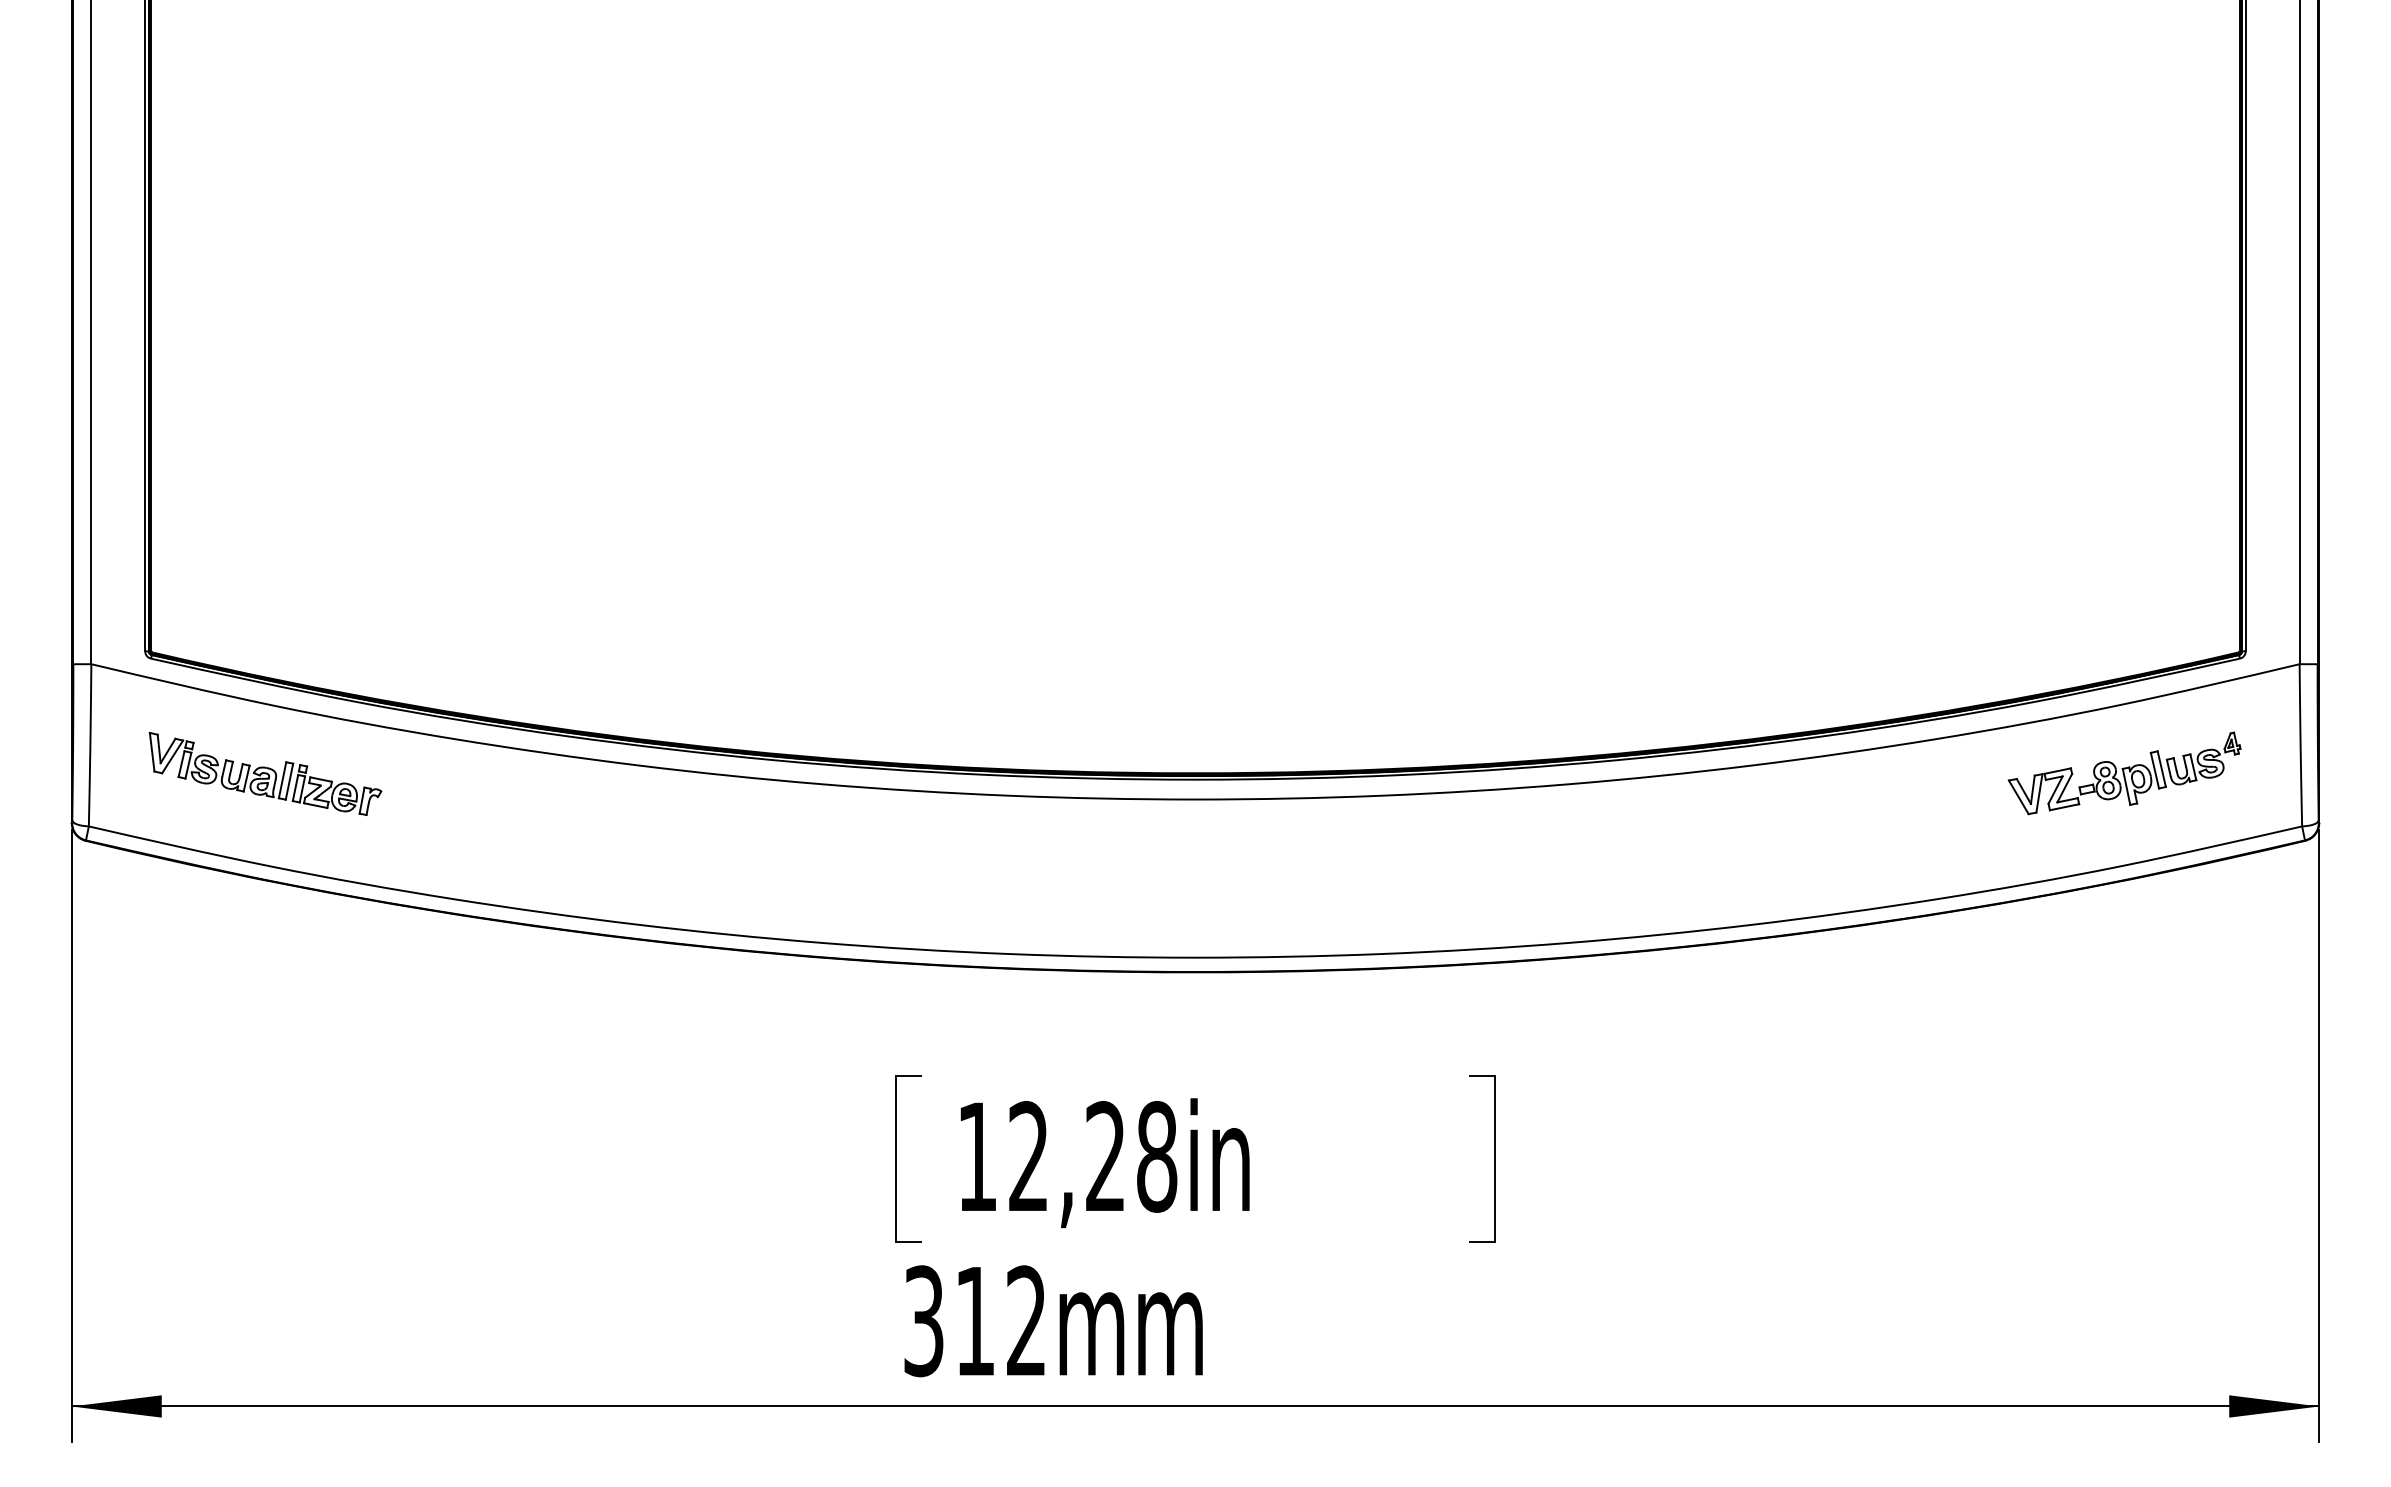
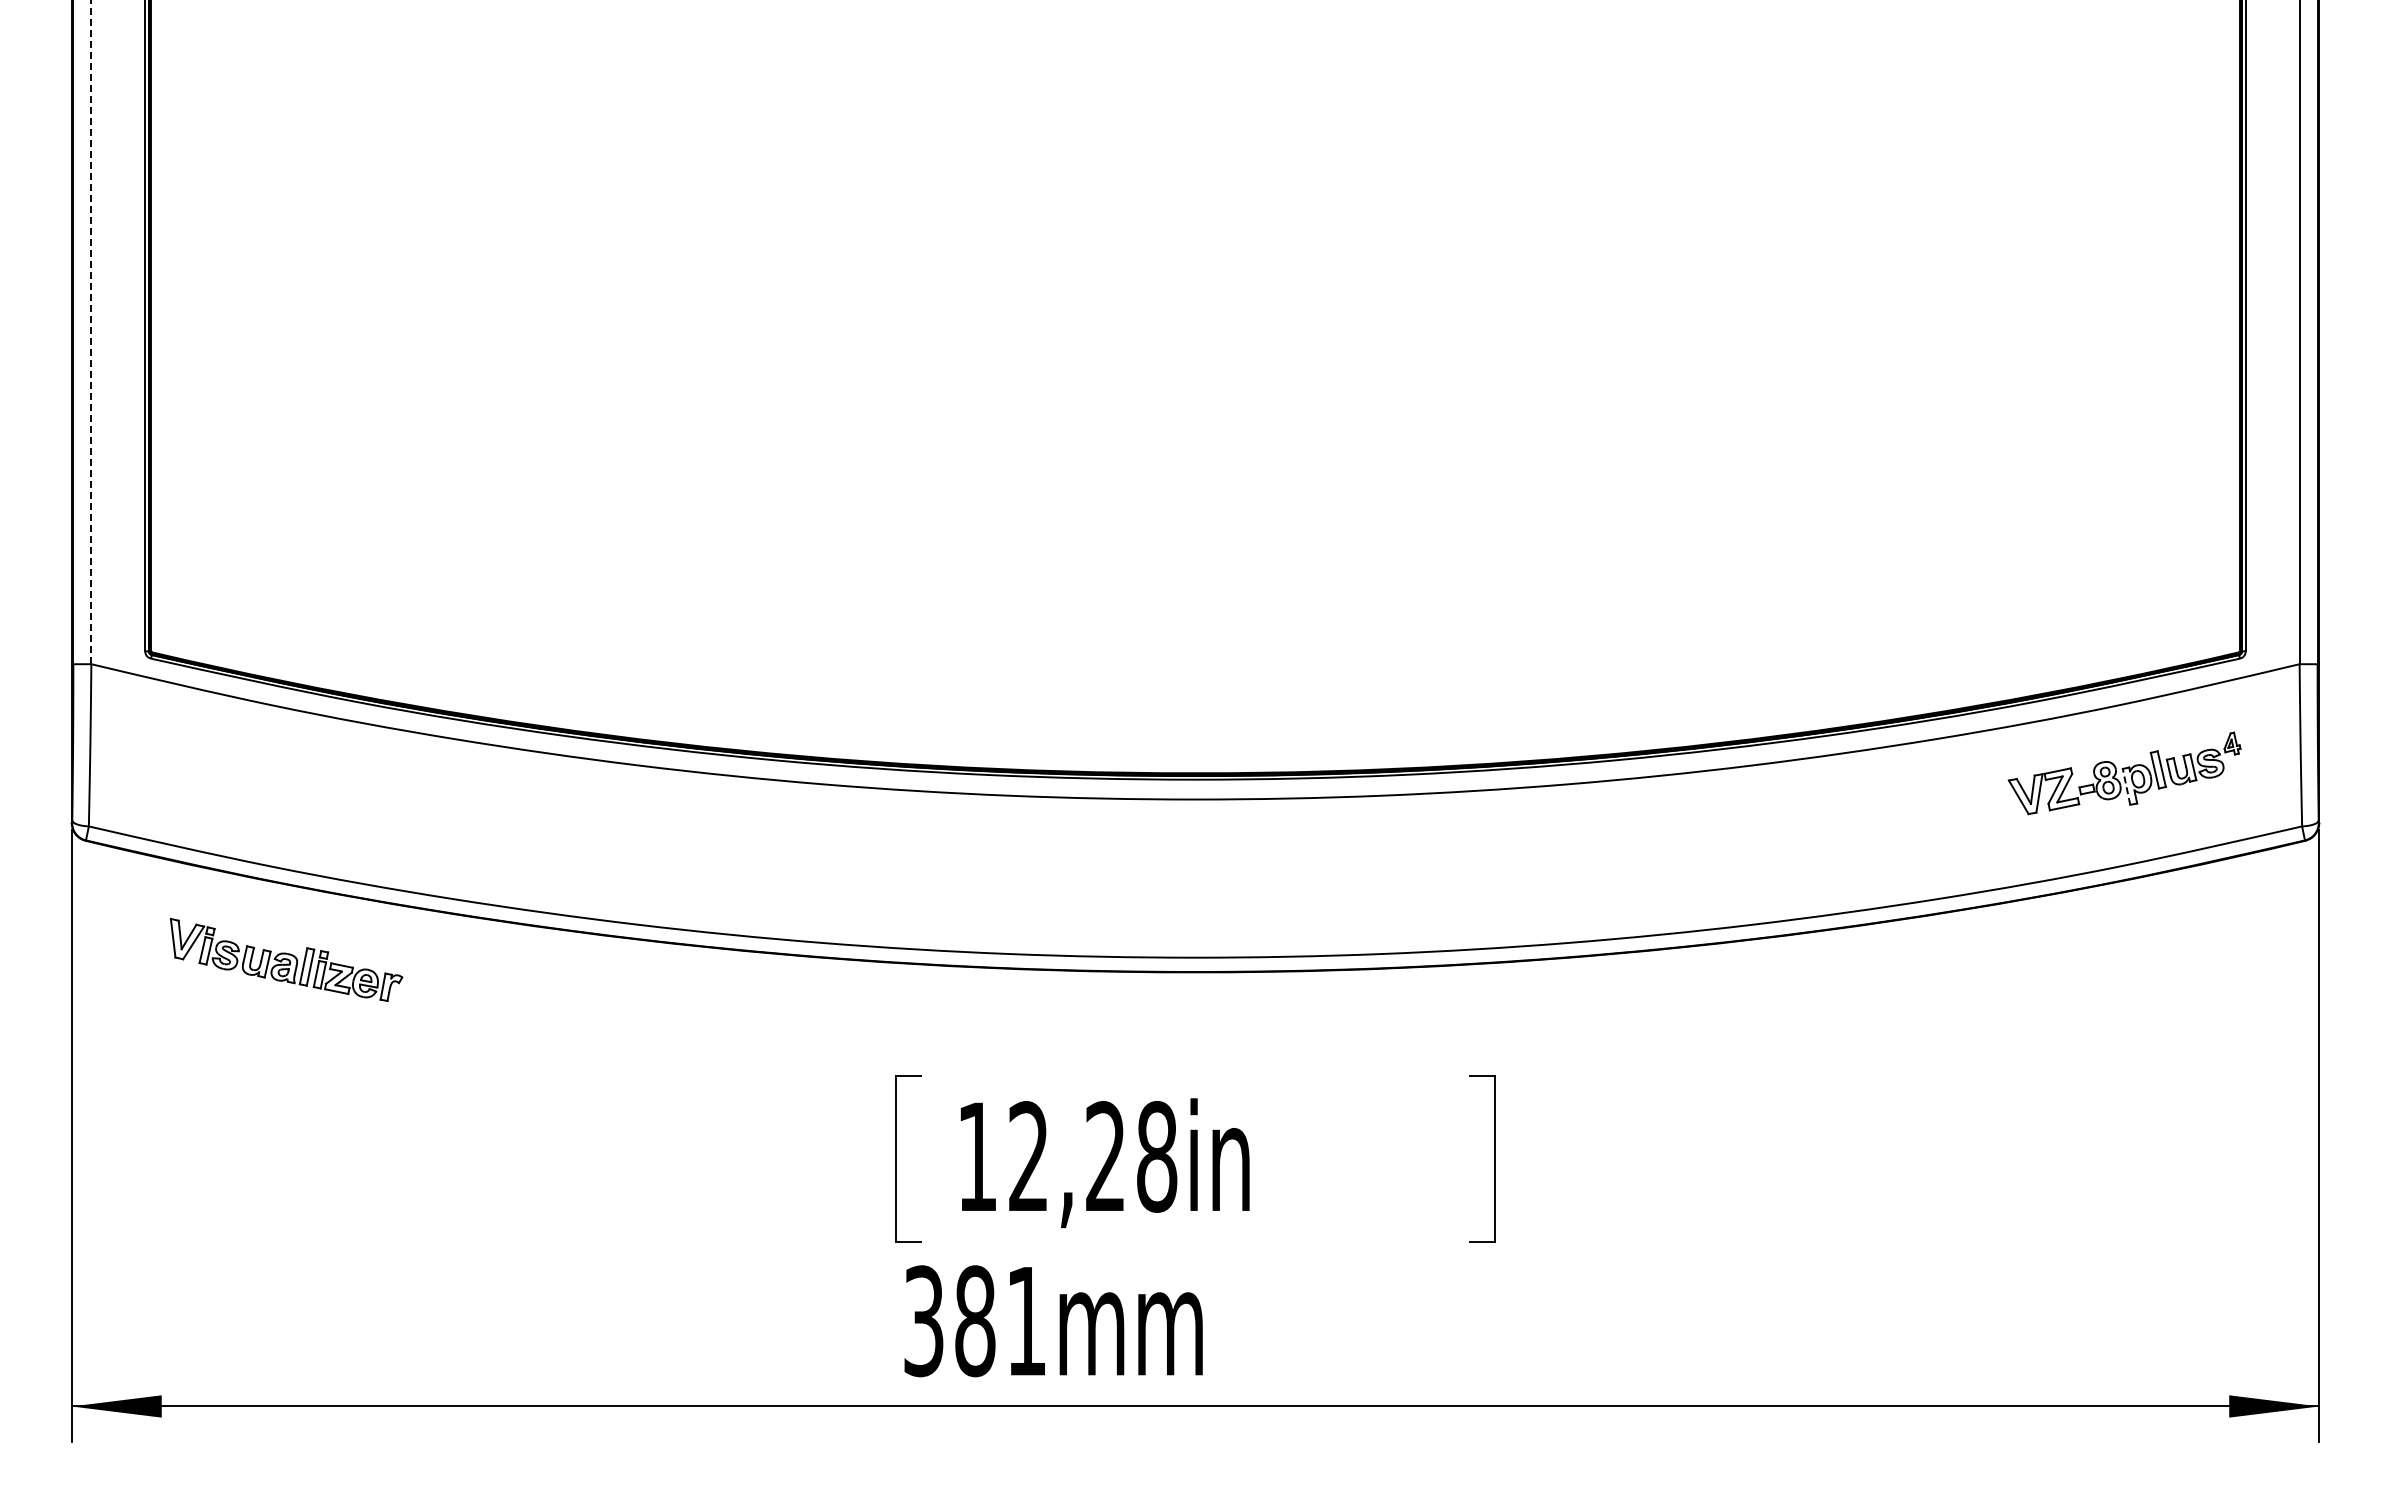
line at (91, 332): solid -> dashed
part at (265, 773) position: (265, 773) -> (286, 959)
line at (2126, 786): solid -> dashed
text at (999, 1321): 312mm -> 381mm
